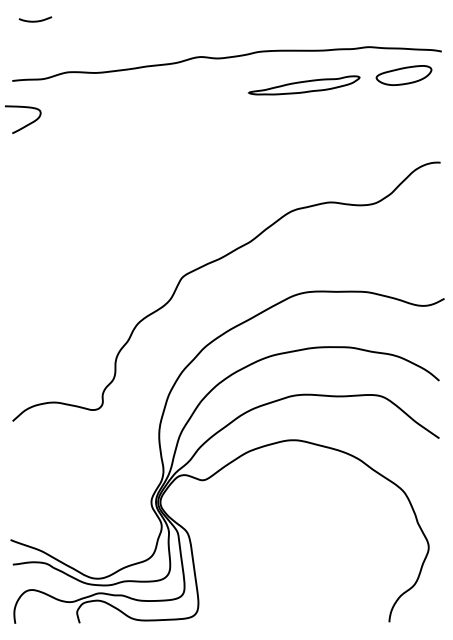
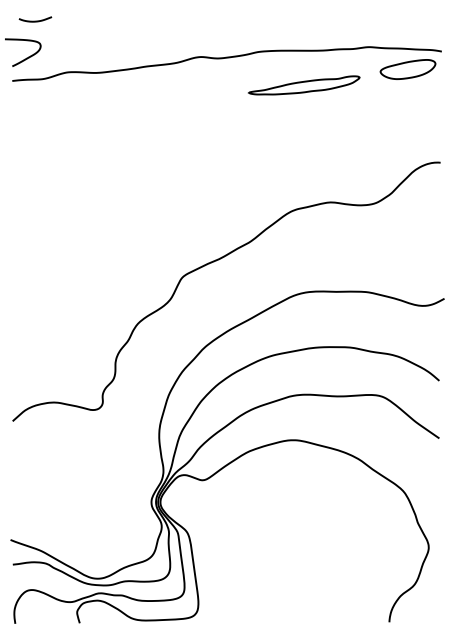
part at (403, 75) position: (403, 75) -> (407, 69)
curve at (26, 124) position: (26, 124) -> (26, 57)
